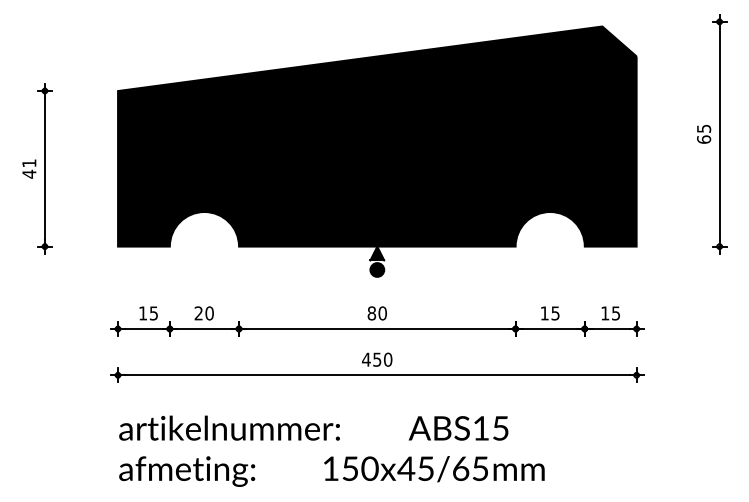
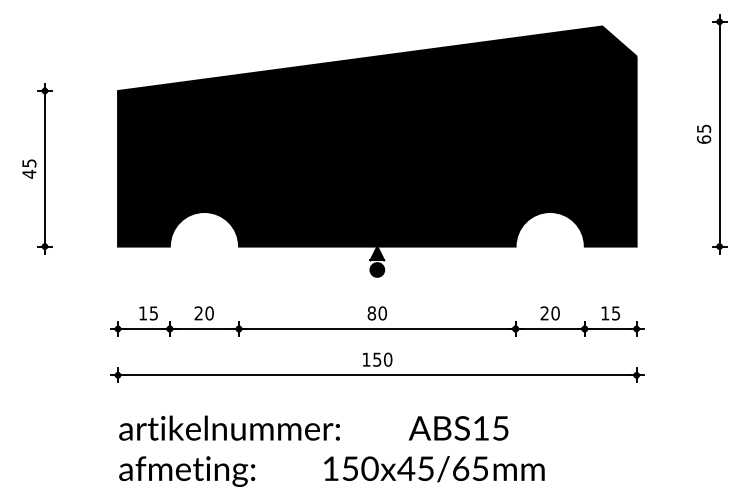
text at (29, 163): 41 -> 45
text at (549, 313): 15 -> 20
text at (365, 359): 450 -> 150
